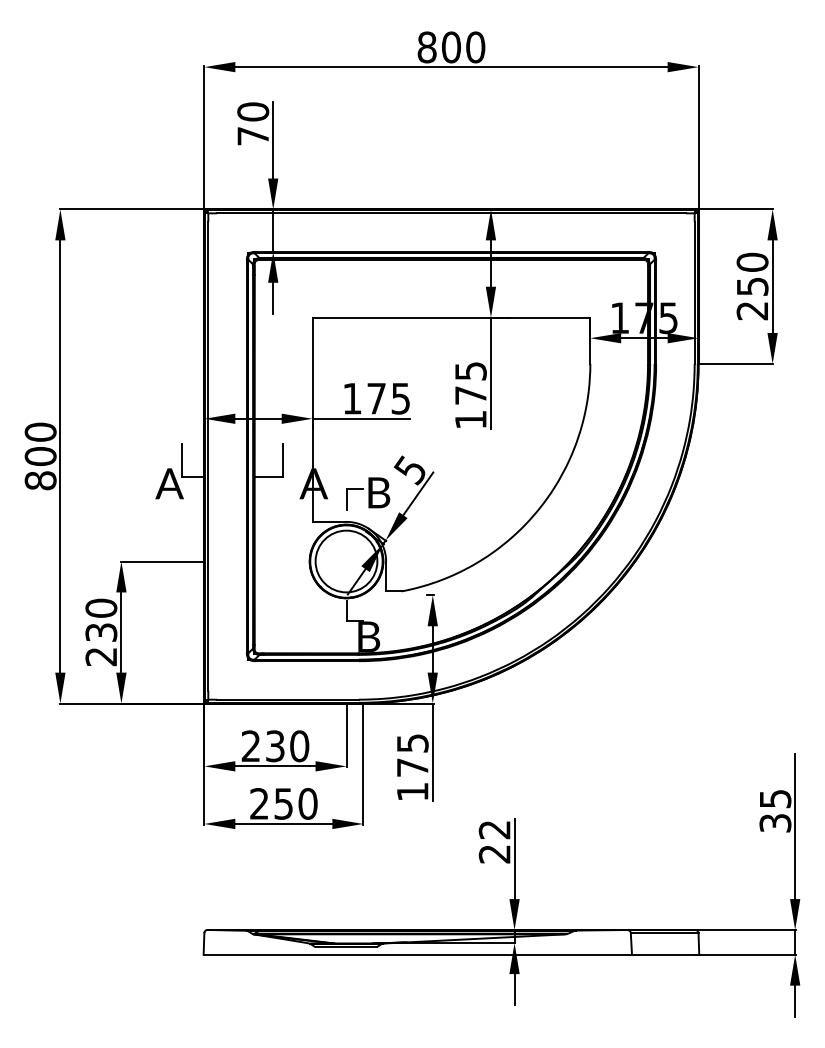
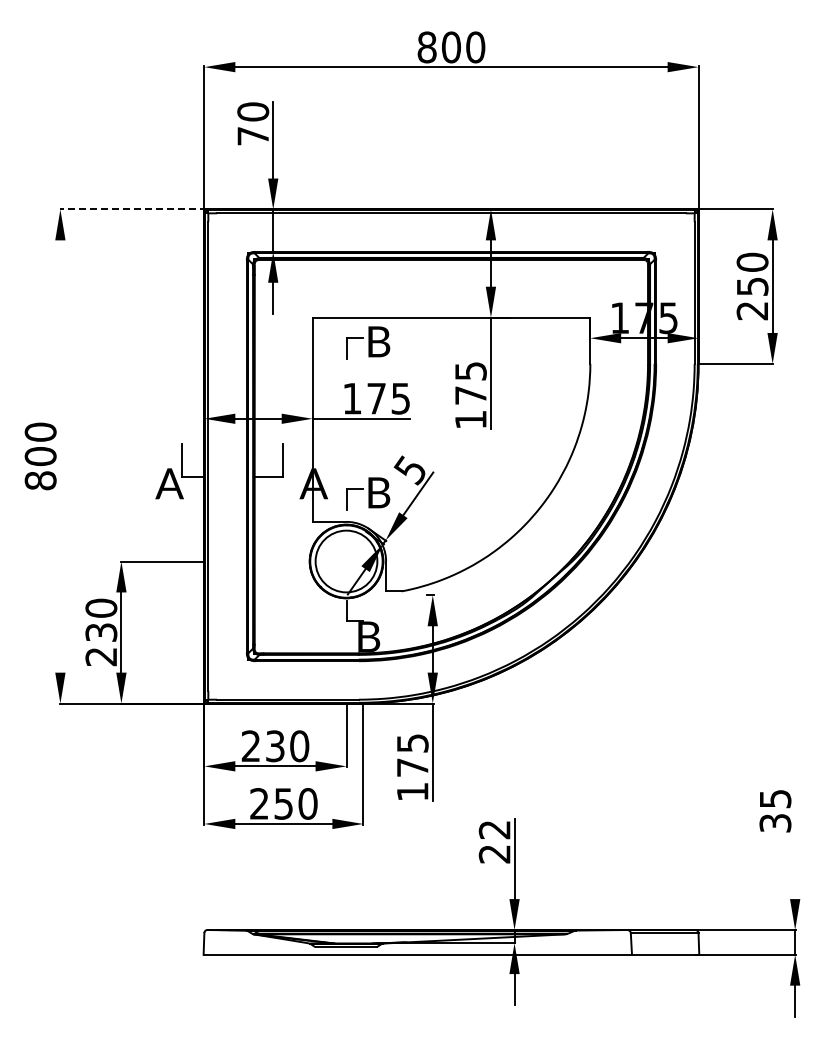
line at (138, 209): solid -> dashed
part at (368, 342): none -> present
line at (60, 456): present -> none
line at (795, 826): present -> none
